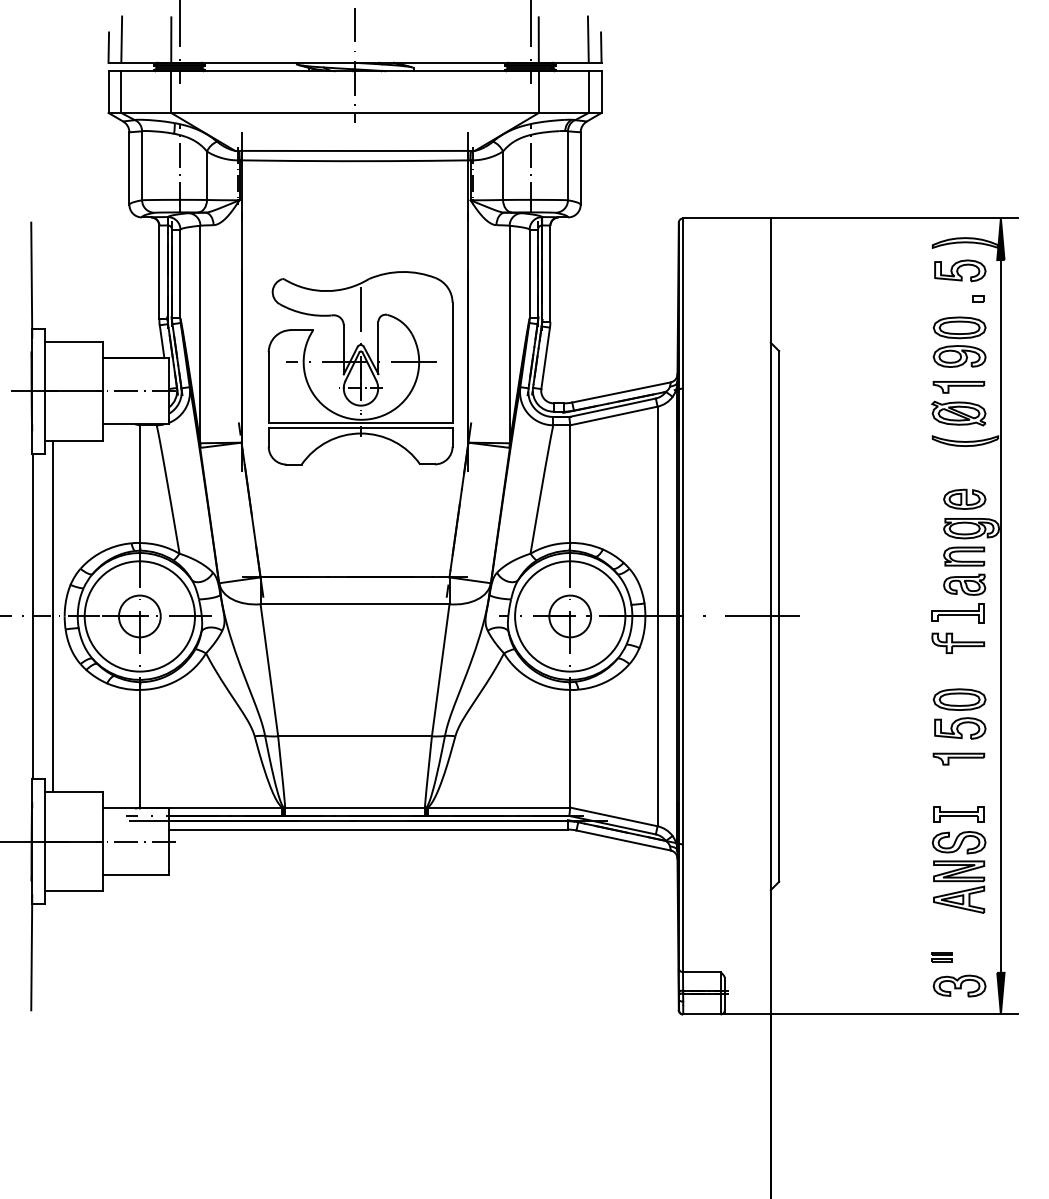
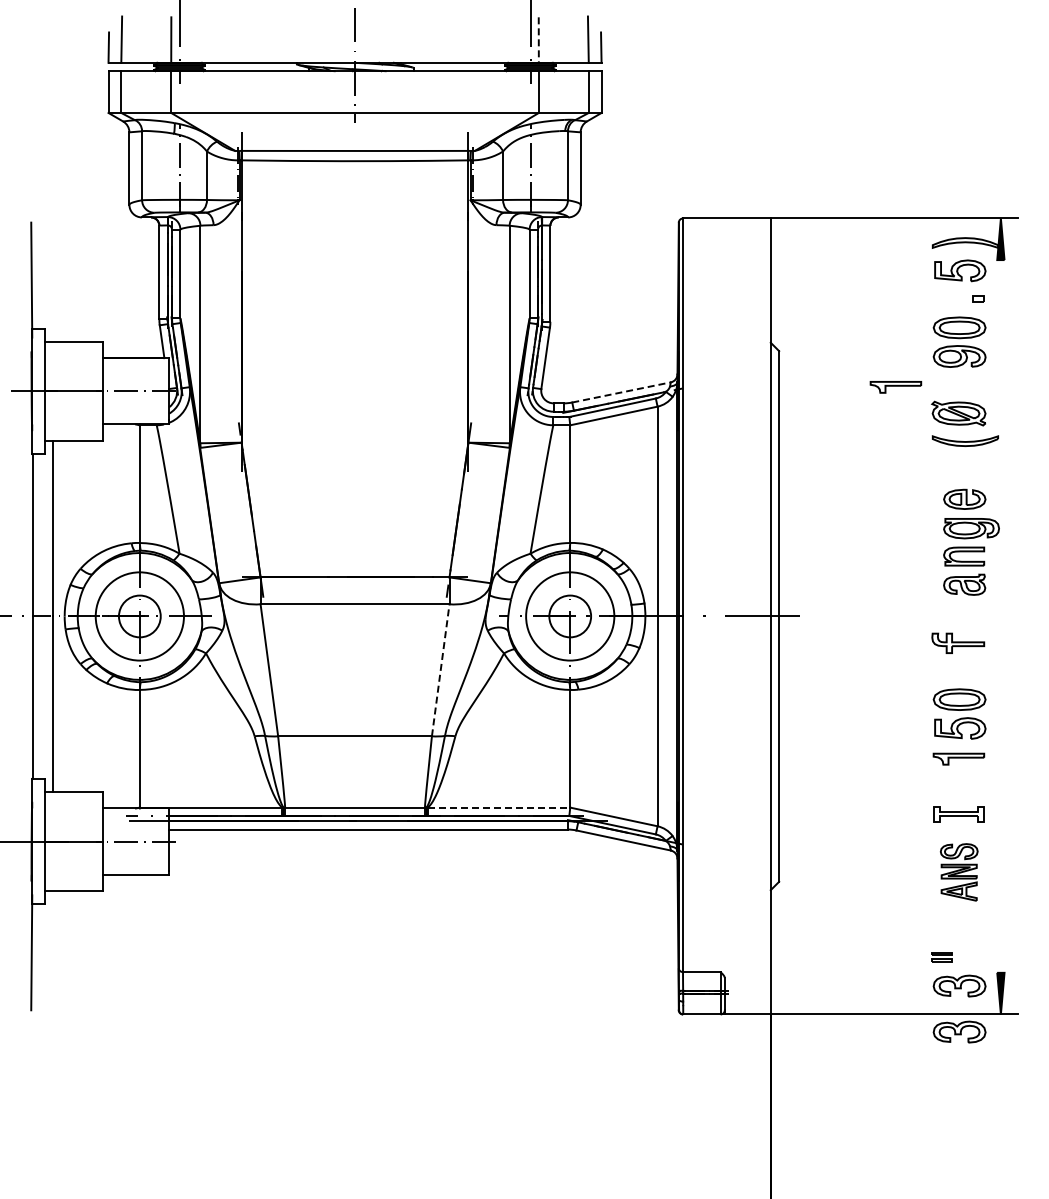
line at (538, 40): solid -> dashed
part at (360, 368): present -> none
part at (958, 387) position: (958, 387) -> (895, 387)
line at (622, 392): solid -> dashed
part at (957, 613): present -> none
circle at (139, 616) diameter: 110 px -> 88 px
circle at (570, 616) diameter: 110 px -> 88 px
line at (1000, 616): present -> none
line at (440, 670): solid -> dashed
line at (499, 807): solid -> dashed
part at (959, 872) size: 55x83 px -> 40x59 px
part at (959, 1031): none -> present
